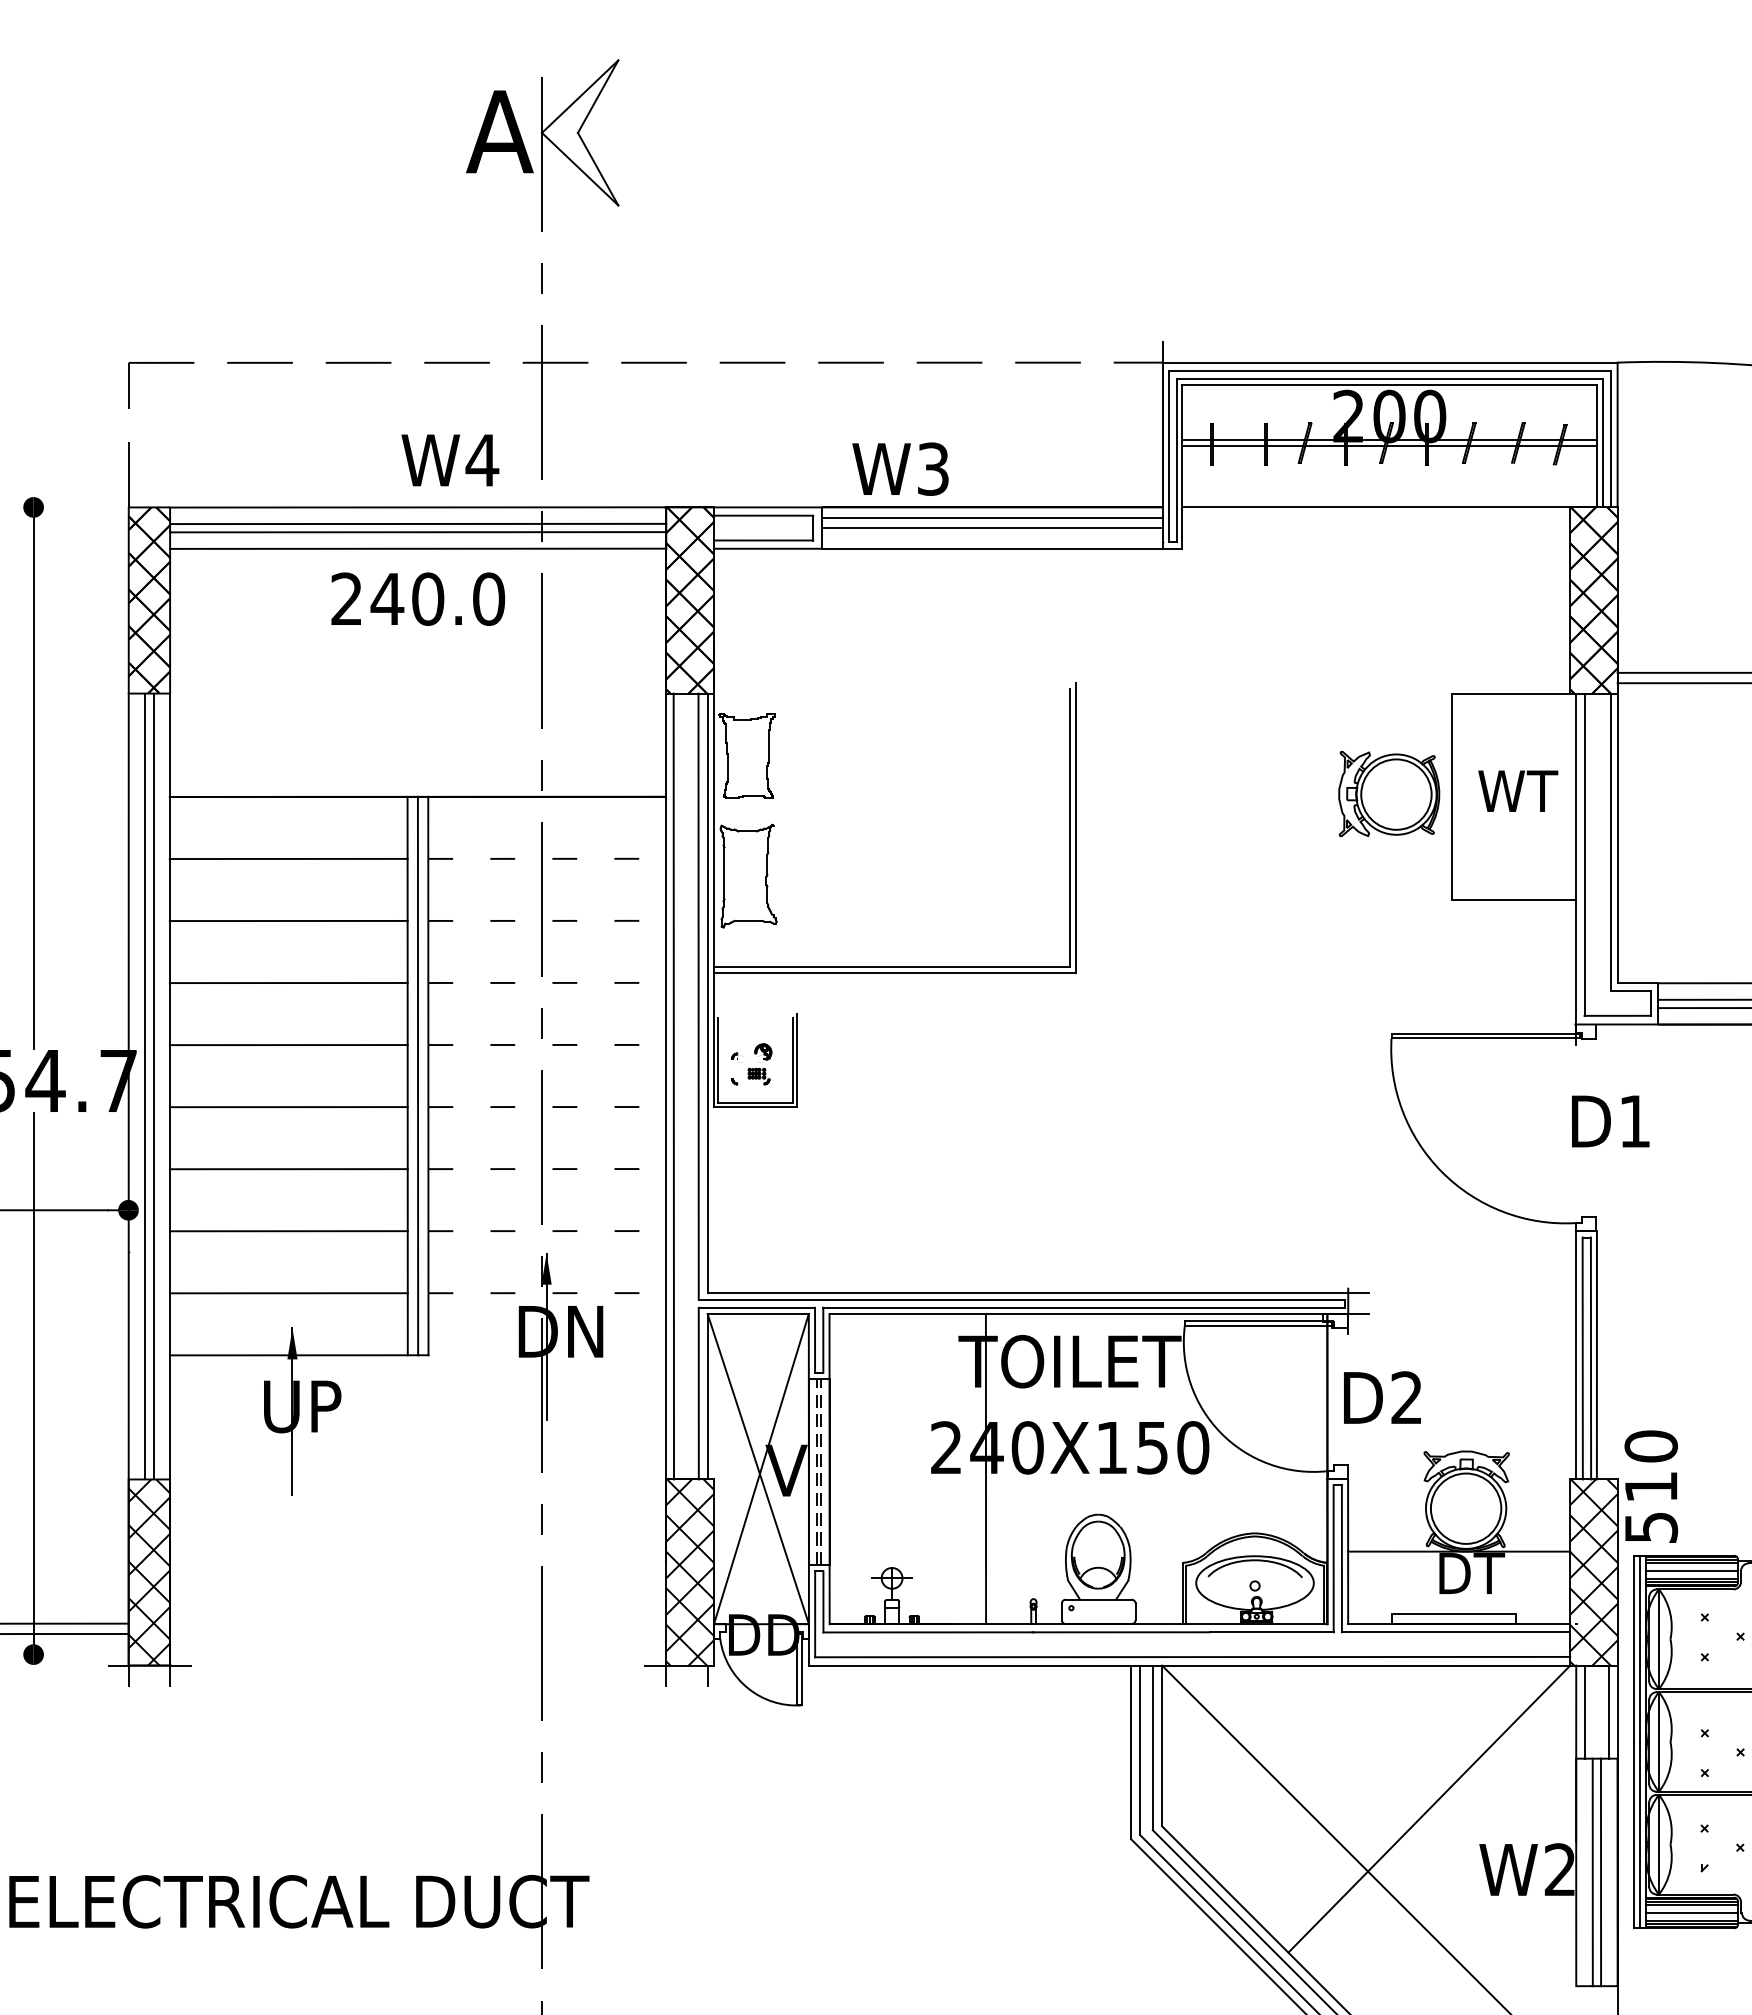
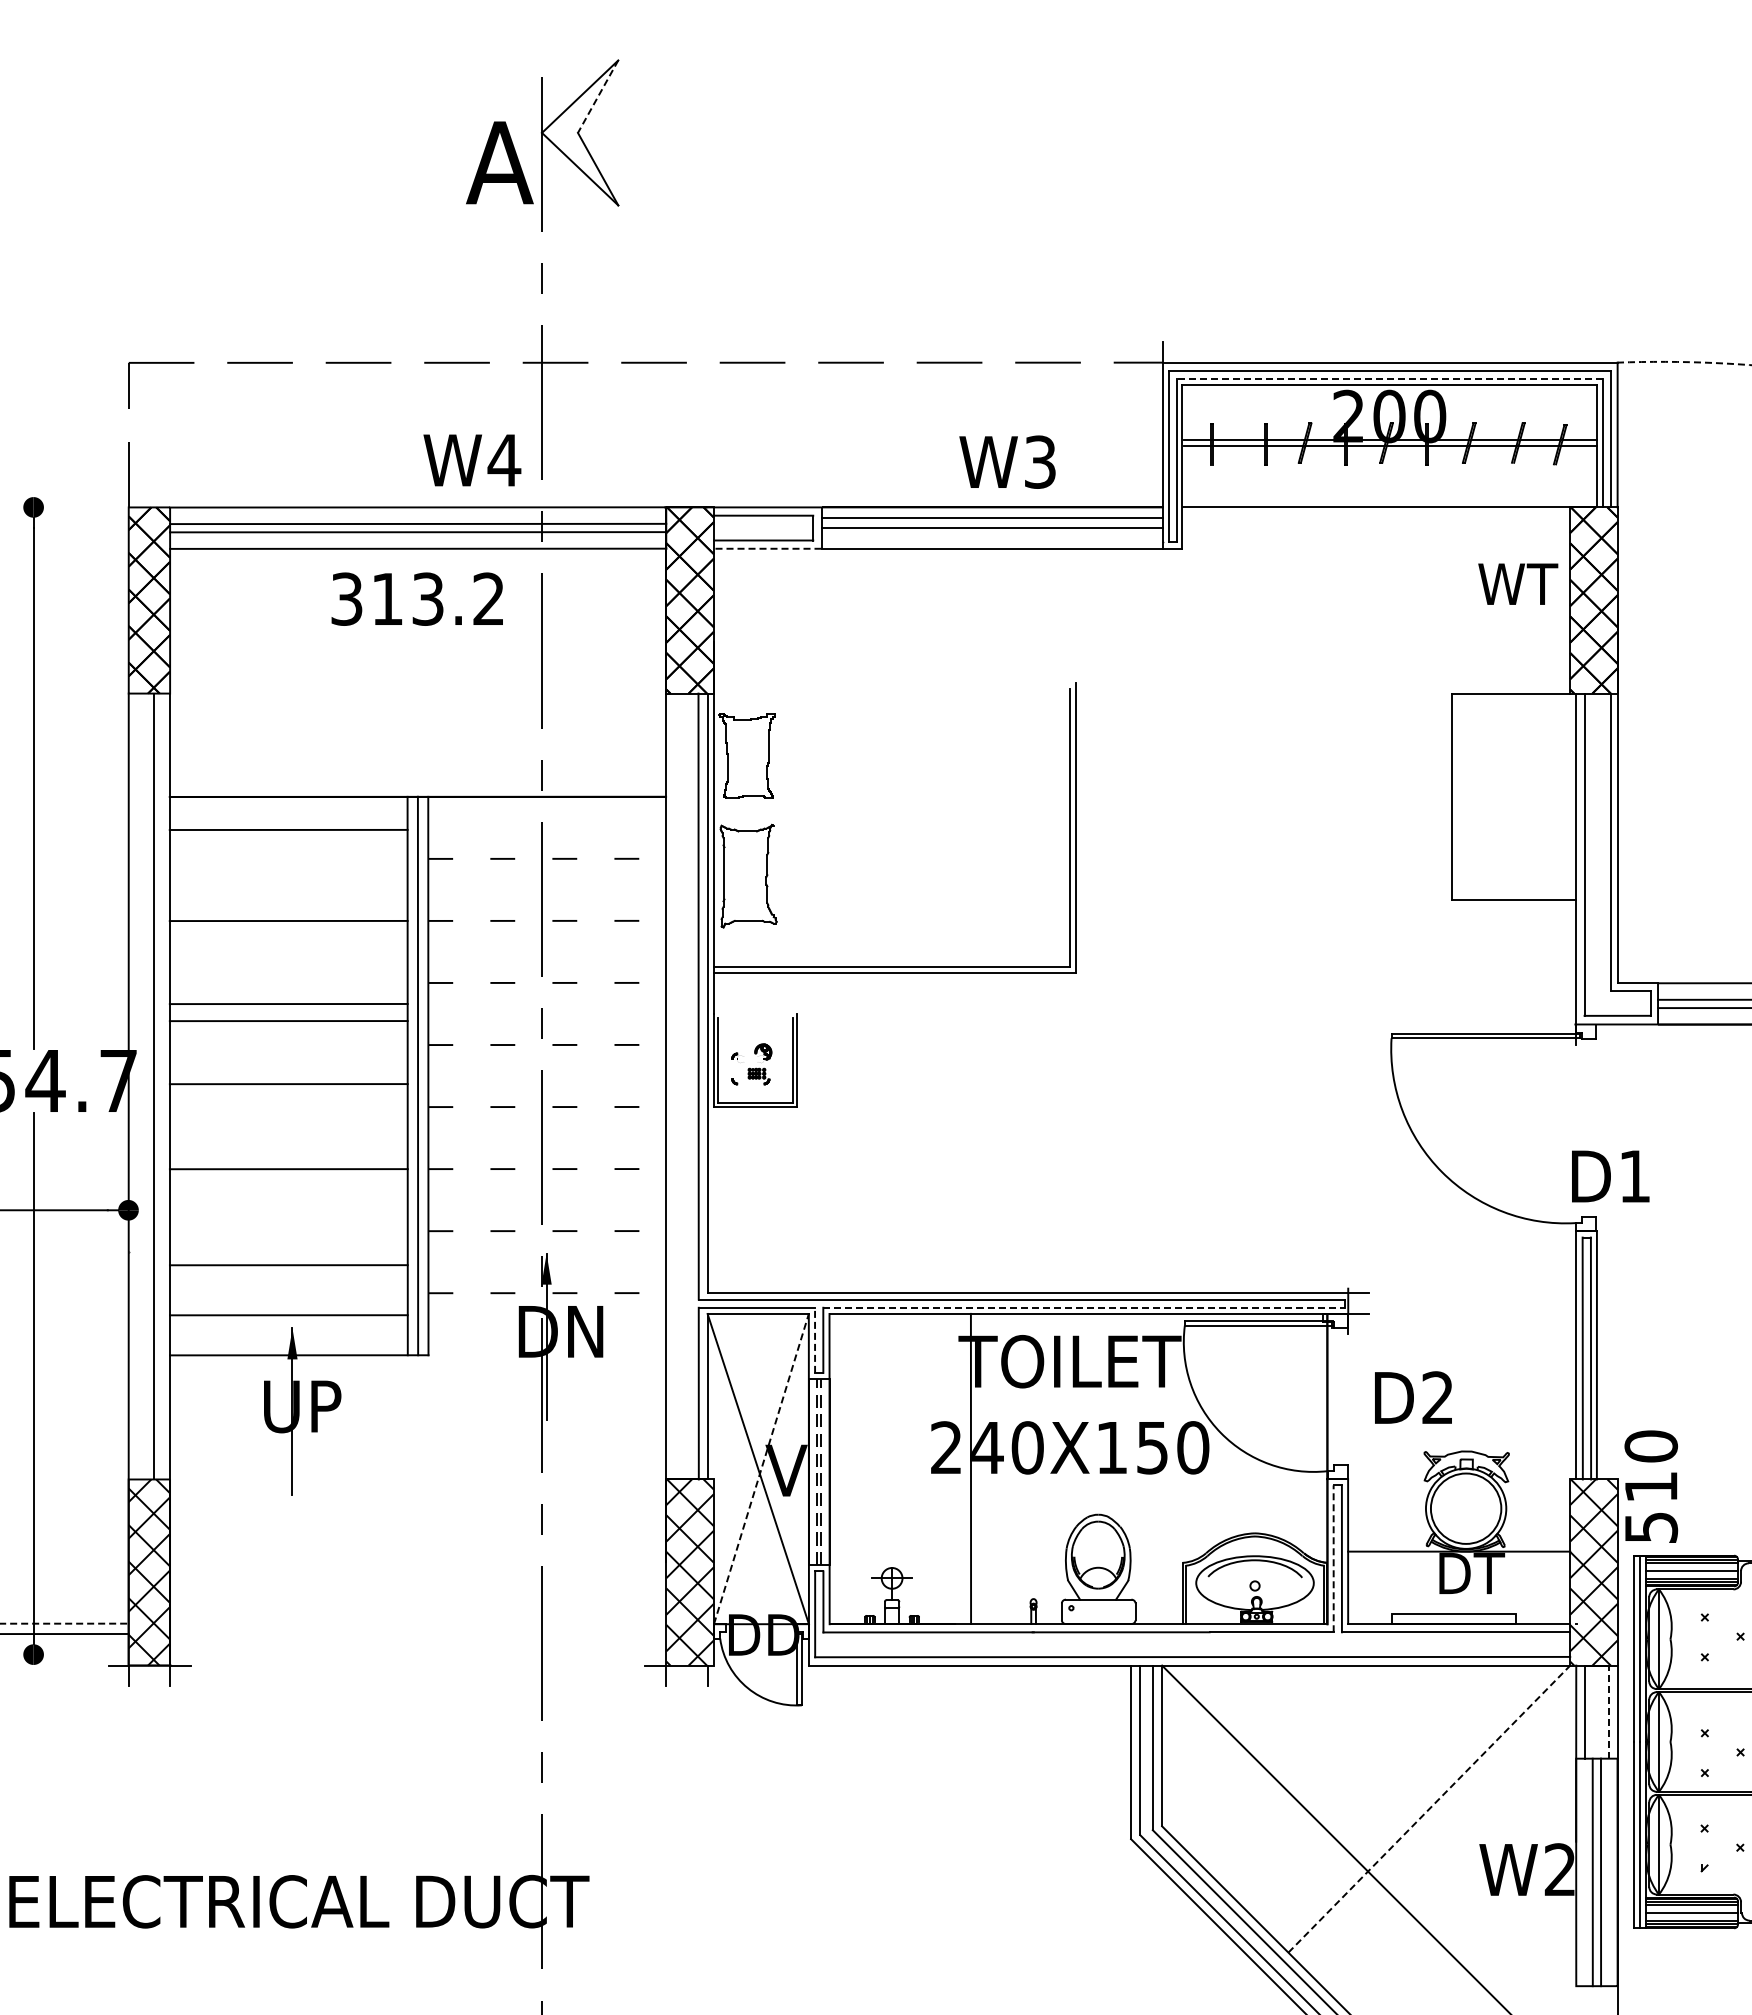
line at (597, 97): solid -> dashed
text at (499, 131) position: (499, 131) -> (499, 162)
arc at (1684, 362): solid -> dashed
line at (1390, 378): solid -> dashed
text at (450, 460) position: (450, 460) -> (472, 460)
text at (900, 468) position: (900, 468) -> (1007, 461)
line at (767, 548): solid -> dashed
text at (418, 598): 240.0 -> 313.2
line at (1682, 672): present -> none
line at (1682, 683): present -> none
text at (1518, 790) position: (1518, 790) -> (1518, 583)
part at (1389, 793): present -> none
line at (288, 858) position: (288, 858) -> (288, 829)
line at (288, 983) position: (288, 983) -> (288, 1004)
line at (288, 1045) position: (288, 1045) -> (288, 1021)
line at (145, 1086): present -> none
line at (673, 1086): present -> none
line at (288, 1107) position: (288, 1107) -> (288, 1084)
text at (1610, 1121) position: (1610, 1121) -> (1610, 1176)
line at (288, 1231) position: (288, 1231) -> (288, 1265)
line at (288, 1293) position: (288, 1293) -> (288, 1315)
line at (1084, 1307): solid -> dashed
line at (815, 1340): solid -> dashed
text at (1382, 1397) position: (1382, 1397) -> (1413, 1397)
line at (761, 1468): solid -> dashed
line at (985, 1468) position: (985, 1468) -> (970, 1468)
line at (1333, 1558): solid -> dashed
line at (64, 1623): solid -> dashed
line at (1609, 1712): solid -> dashed
line at (1429, 1808): solid -> dashed
